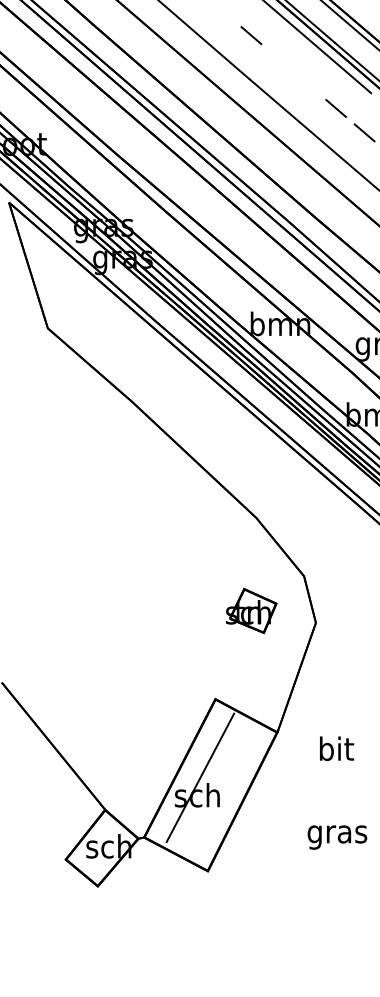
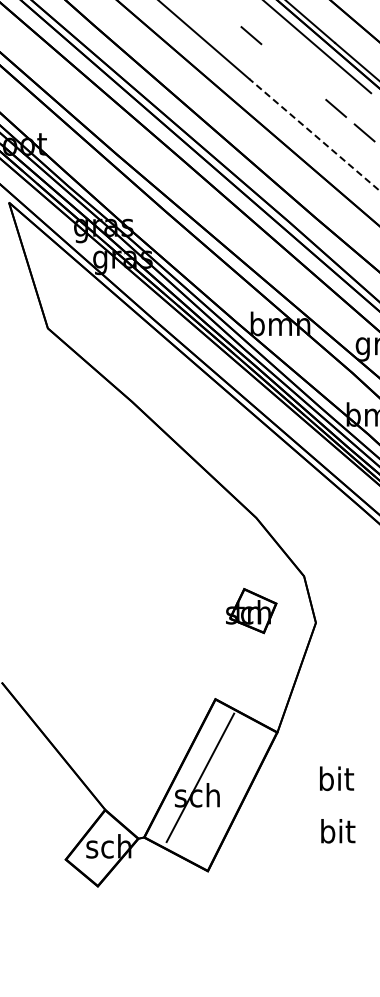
line at (349, 24): present -> none
line at (314, 134): solid -> dashed
text at (337, 748) position: (337, 748) -> (337, 778)
text at (337, 834): gras -> bit
